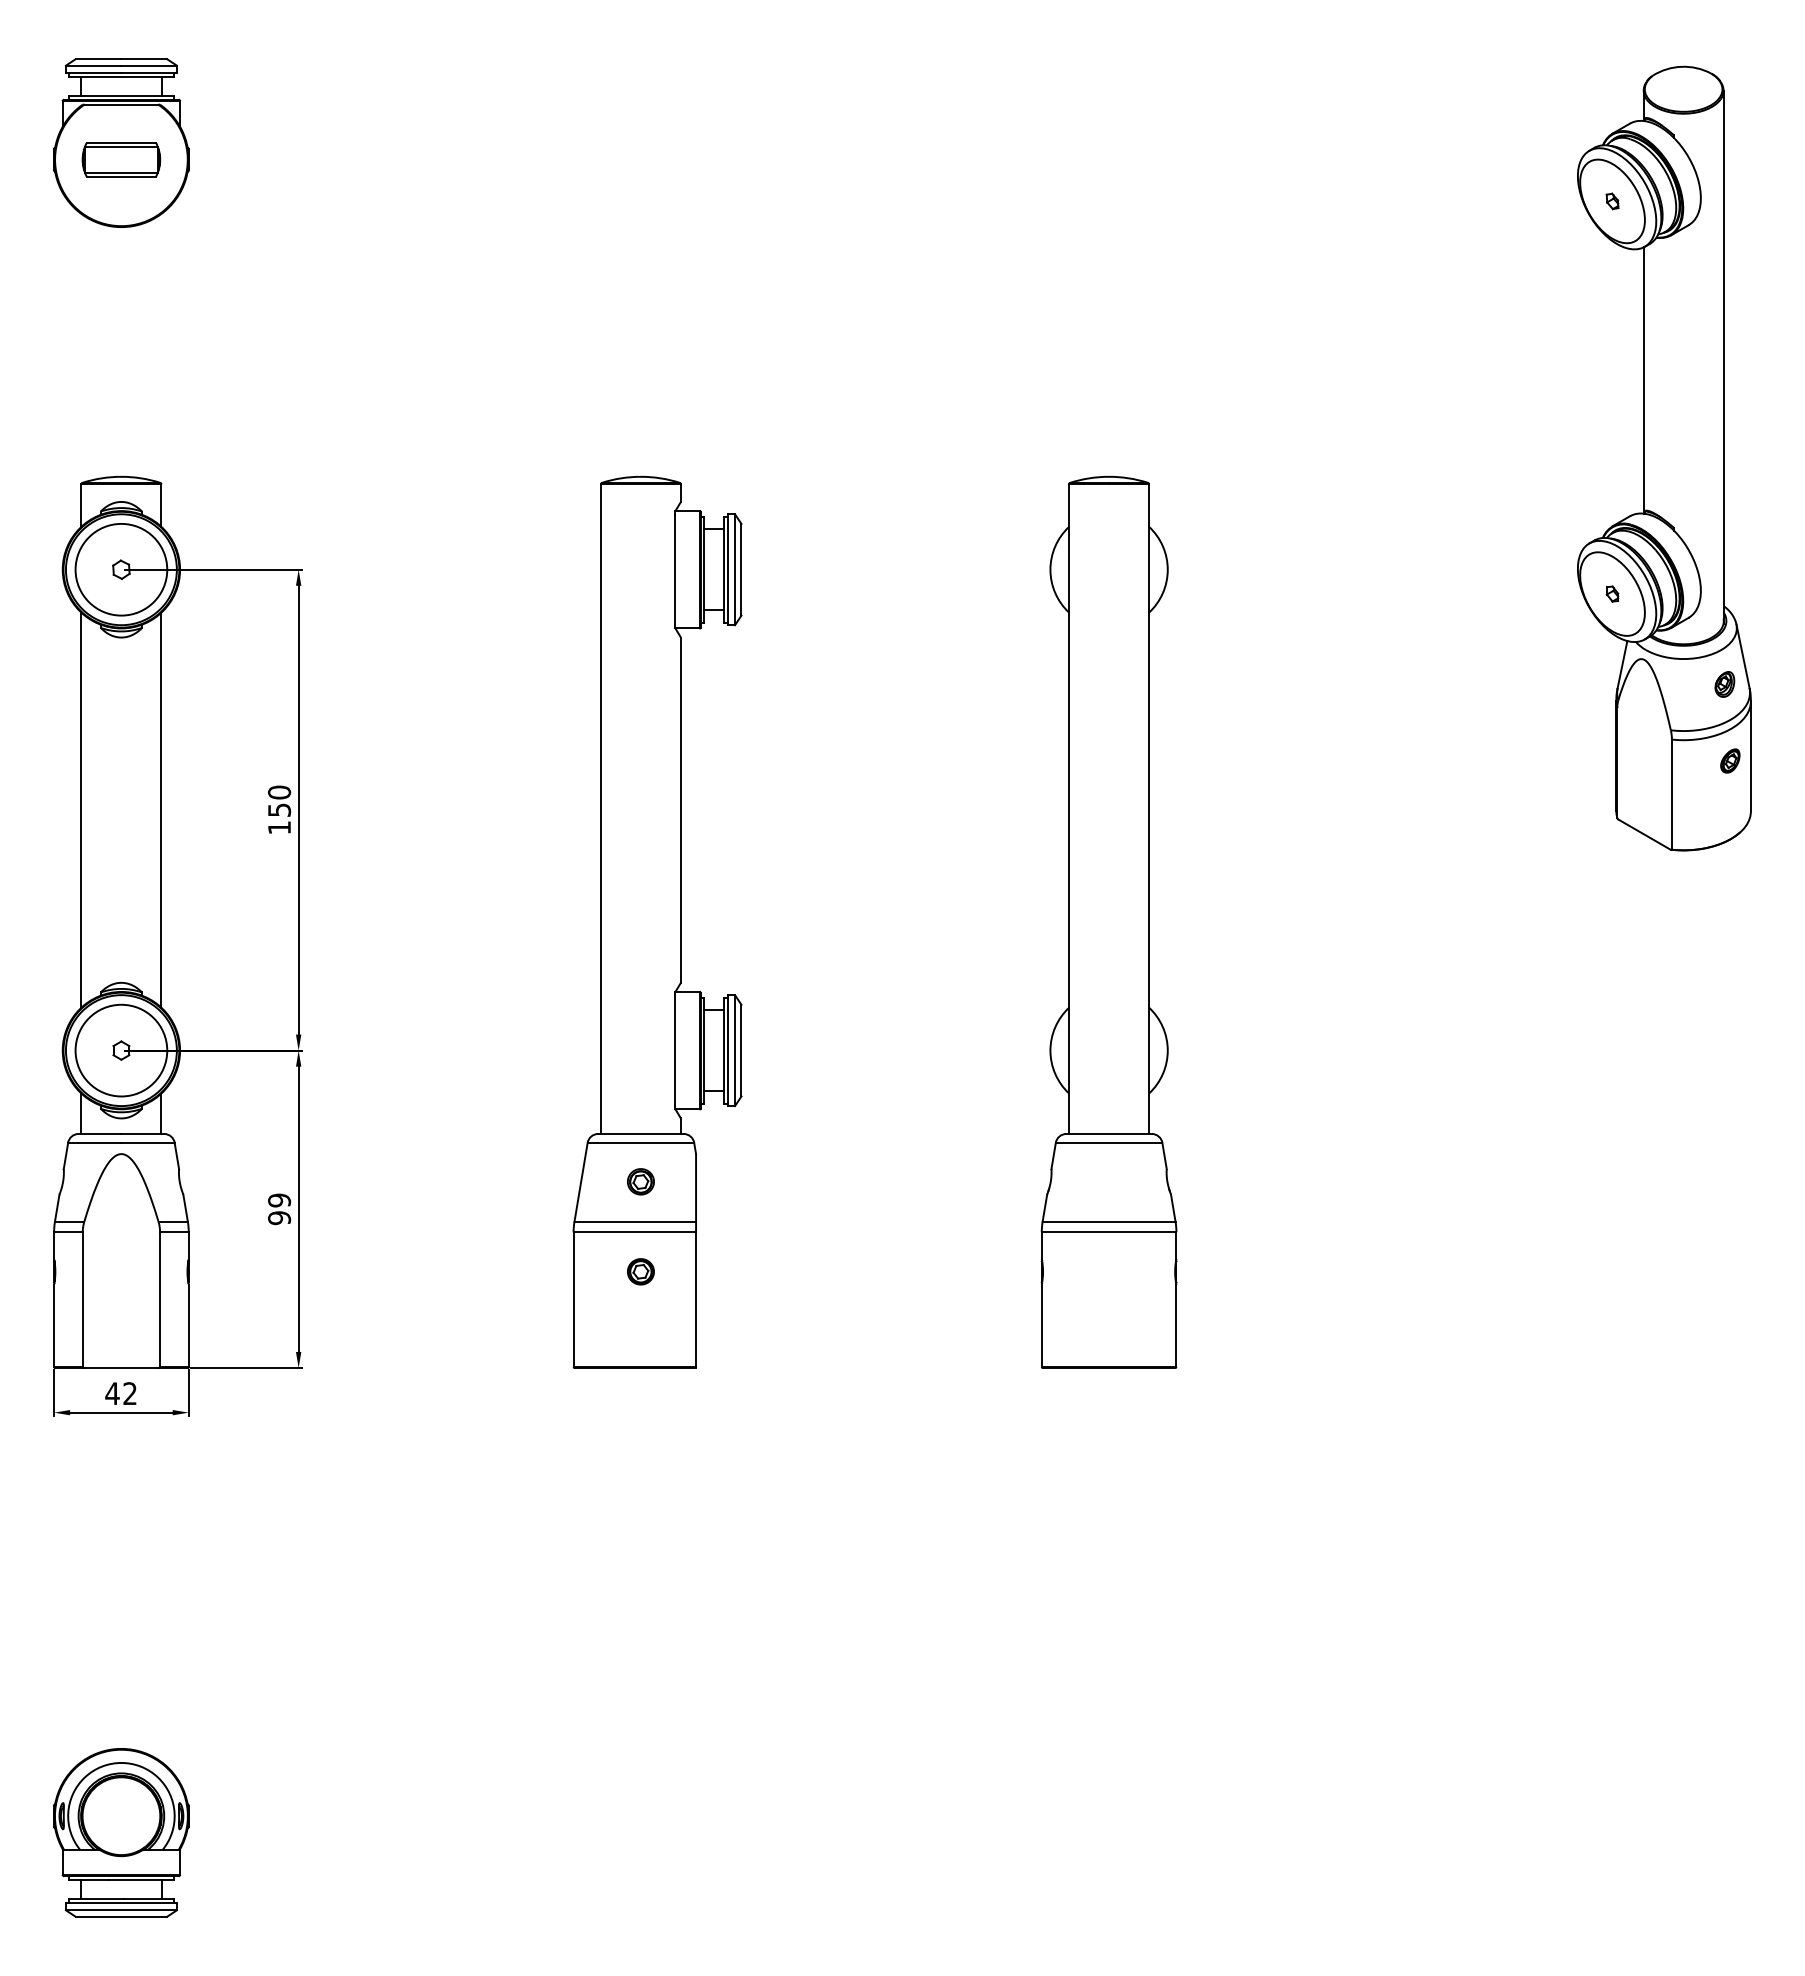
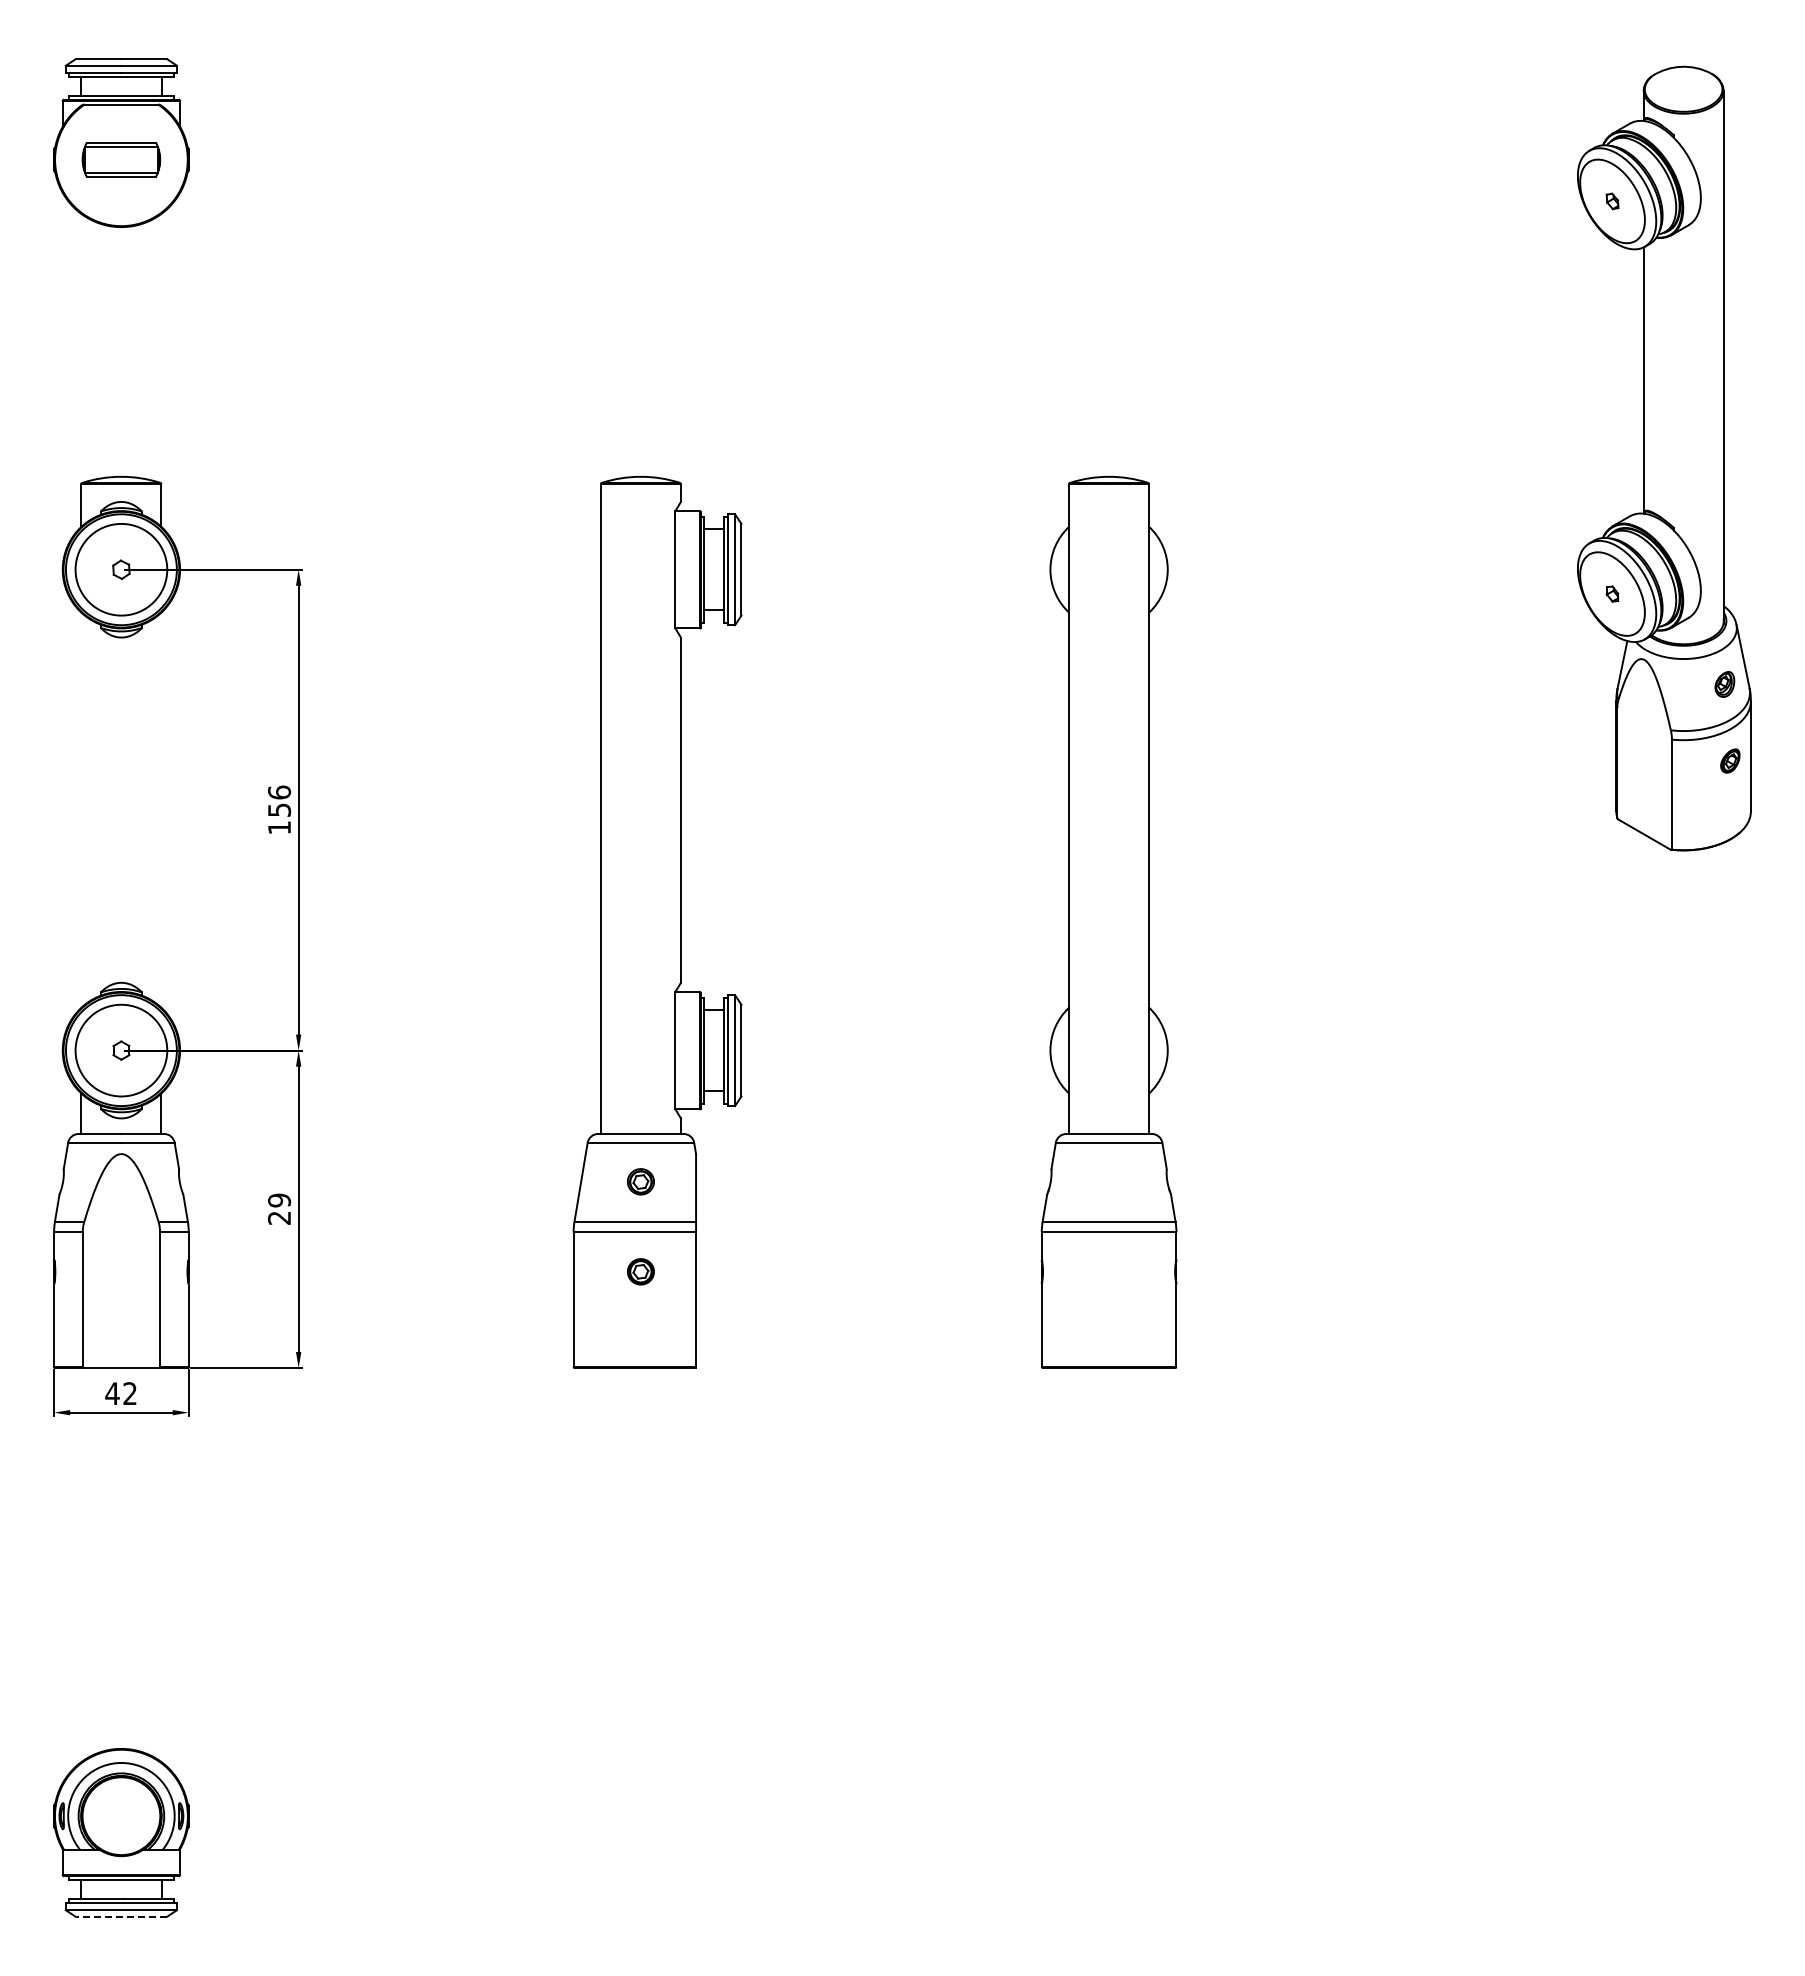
text at (279, 792): 150 -> 156
line at (81, 809): present -> none
line at (161, 809): present -> none
text at (279, 1218): 99 -> 29
line at (121, 1916): solid -> dashed
